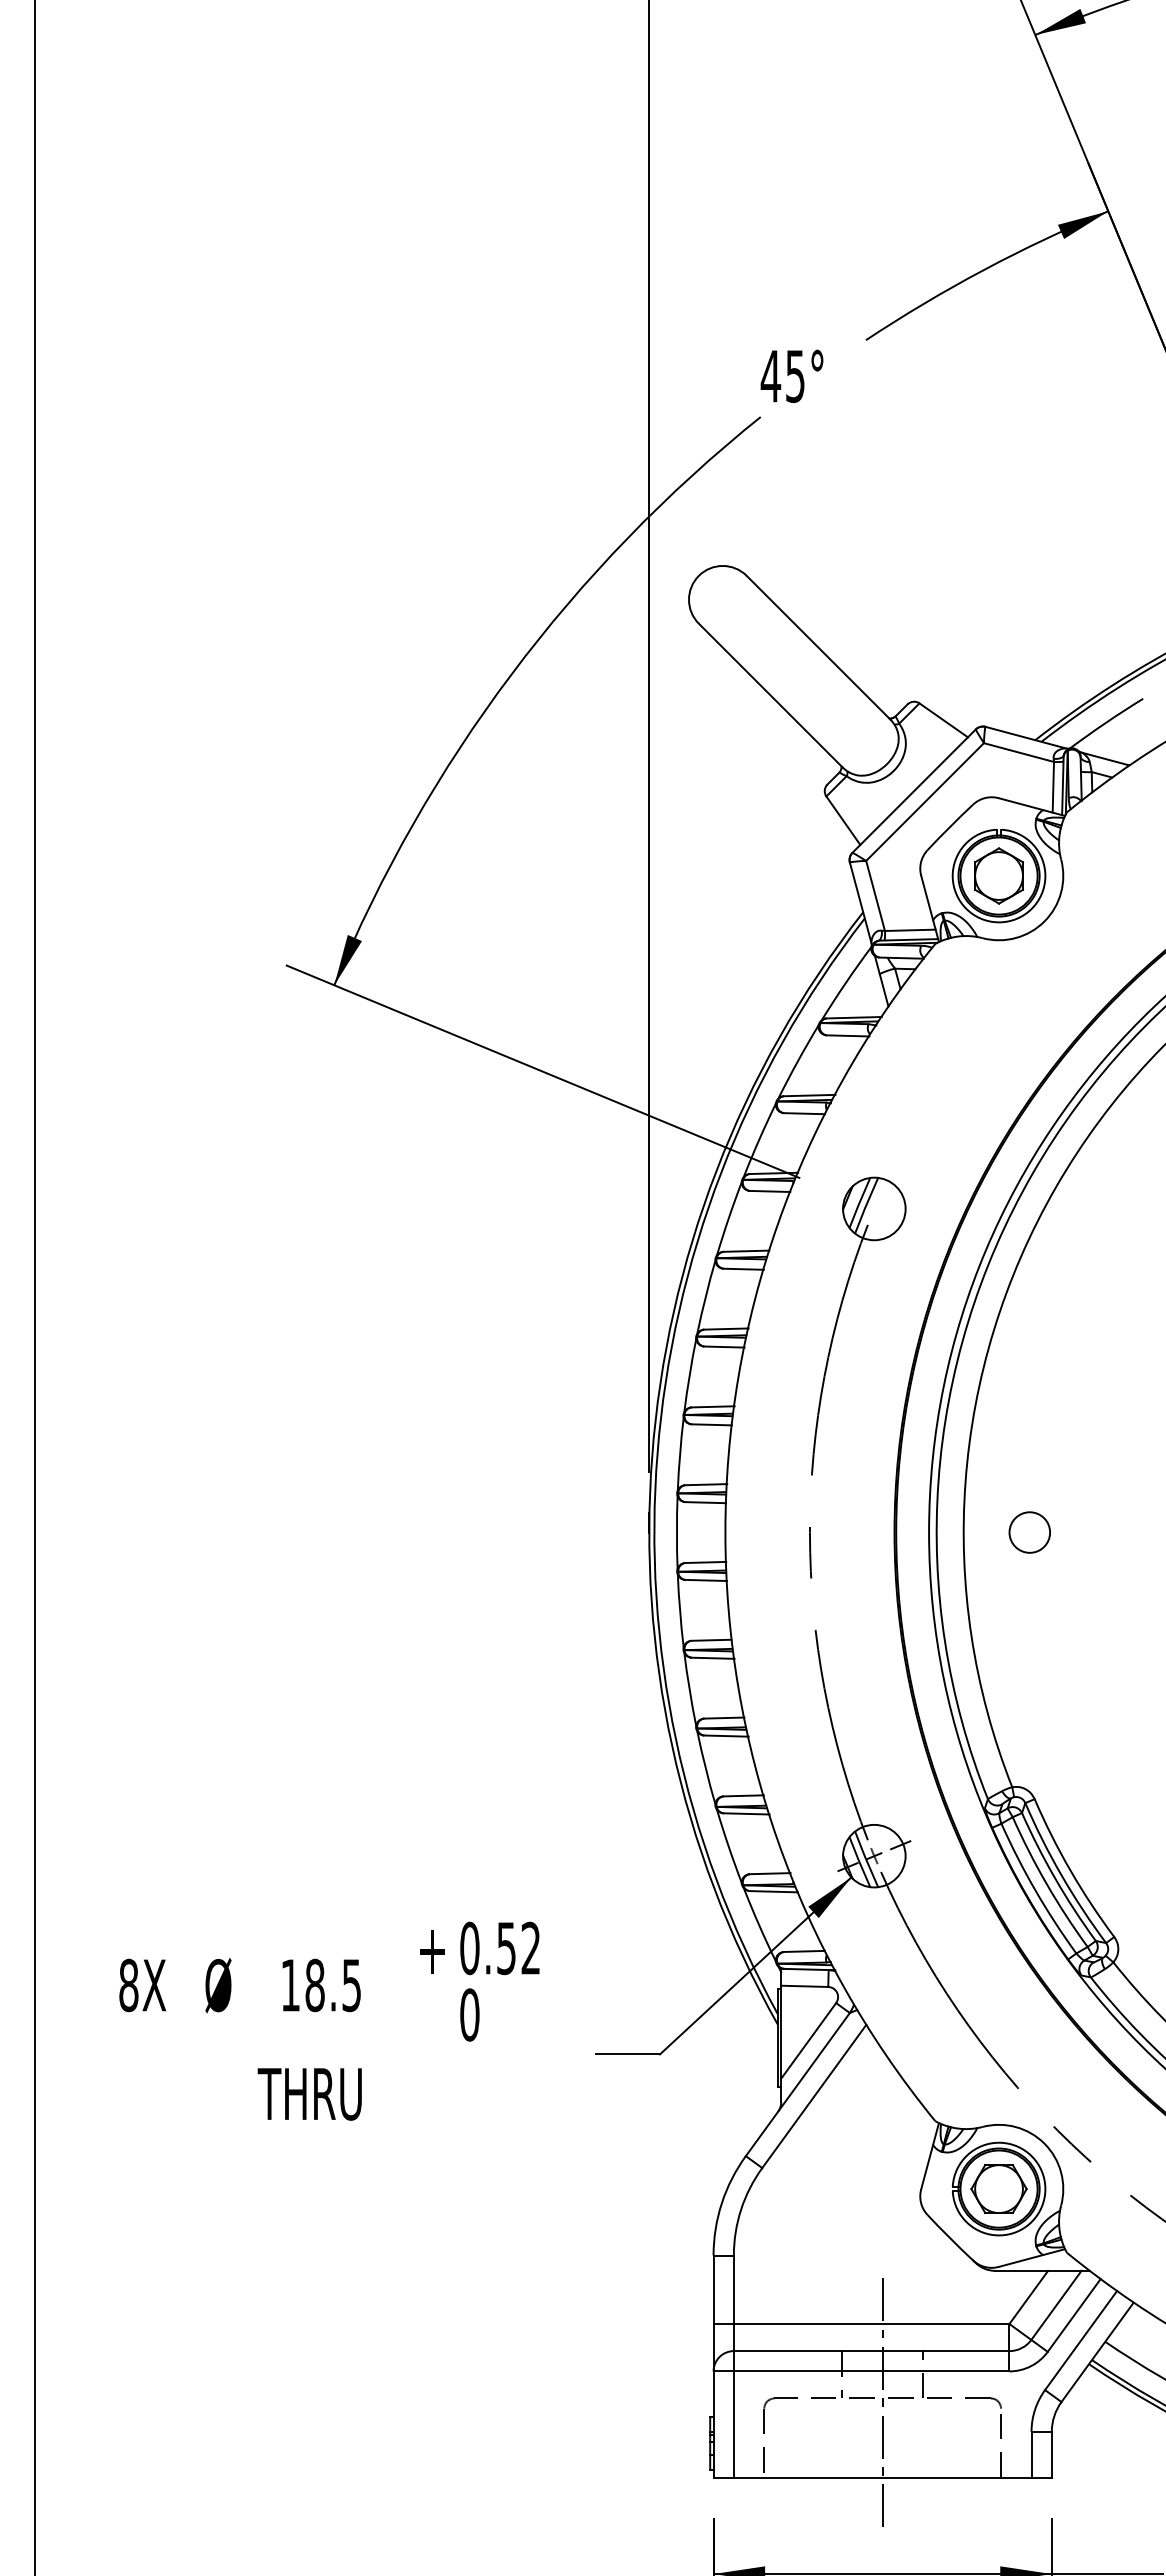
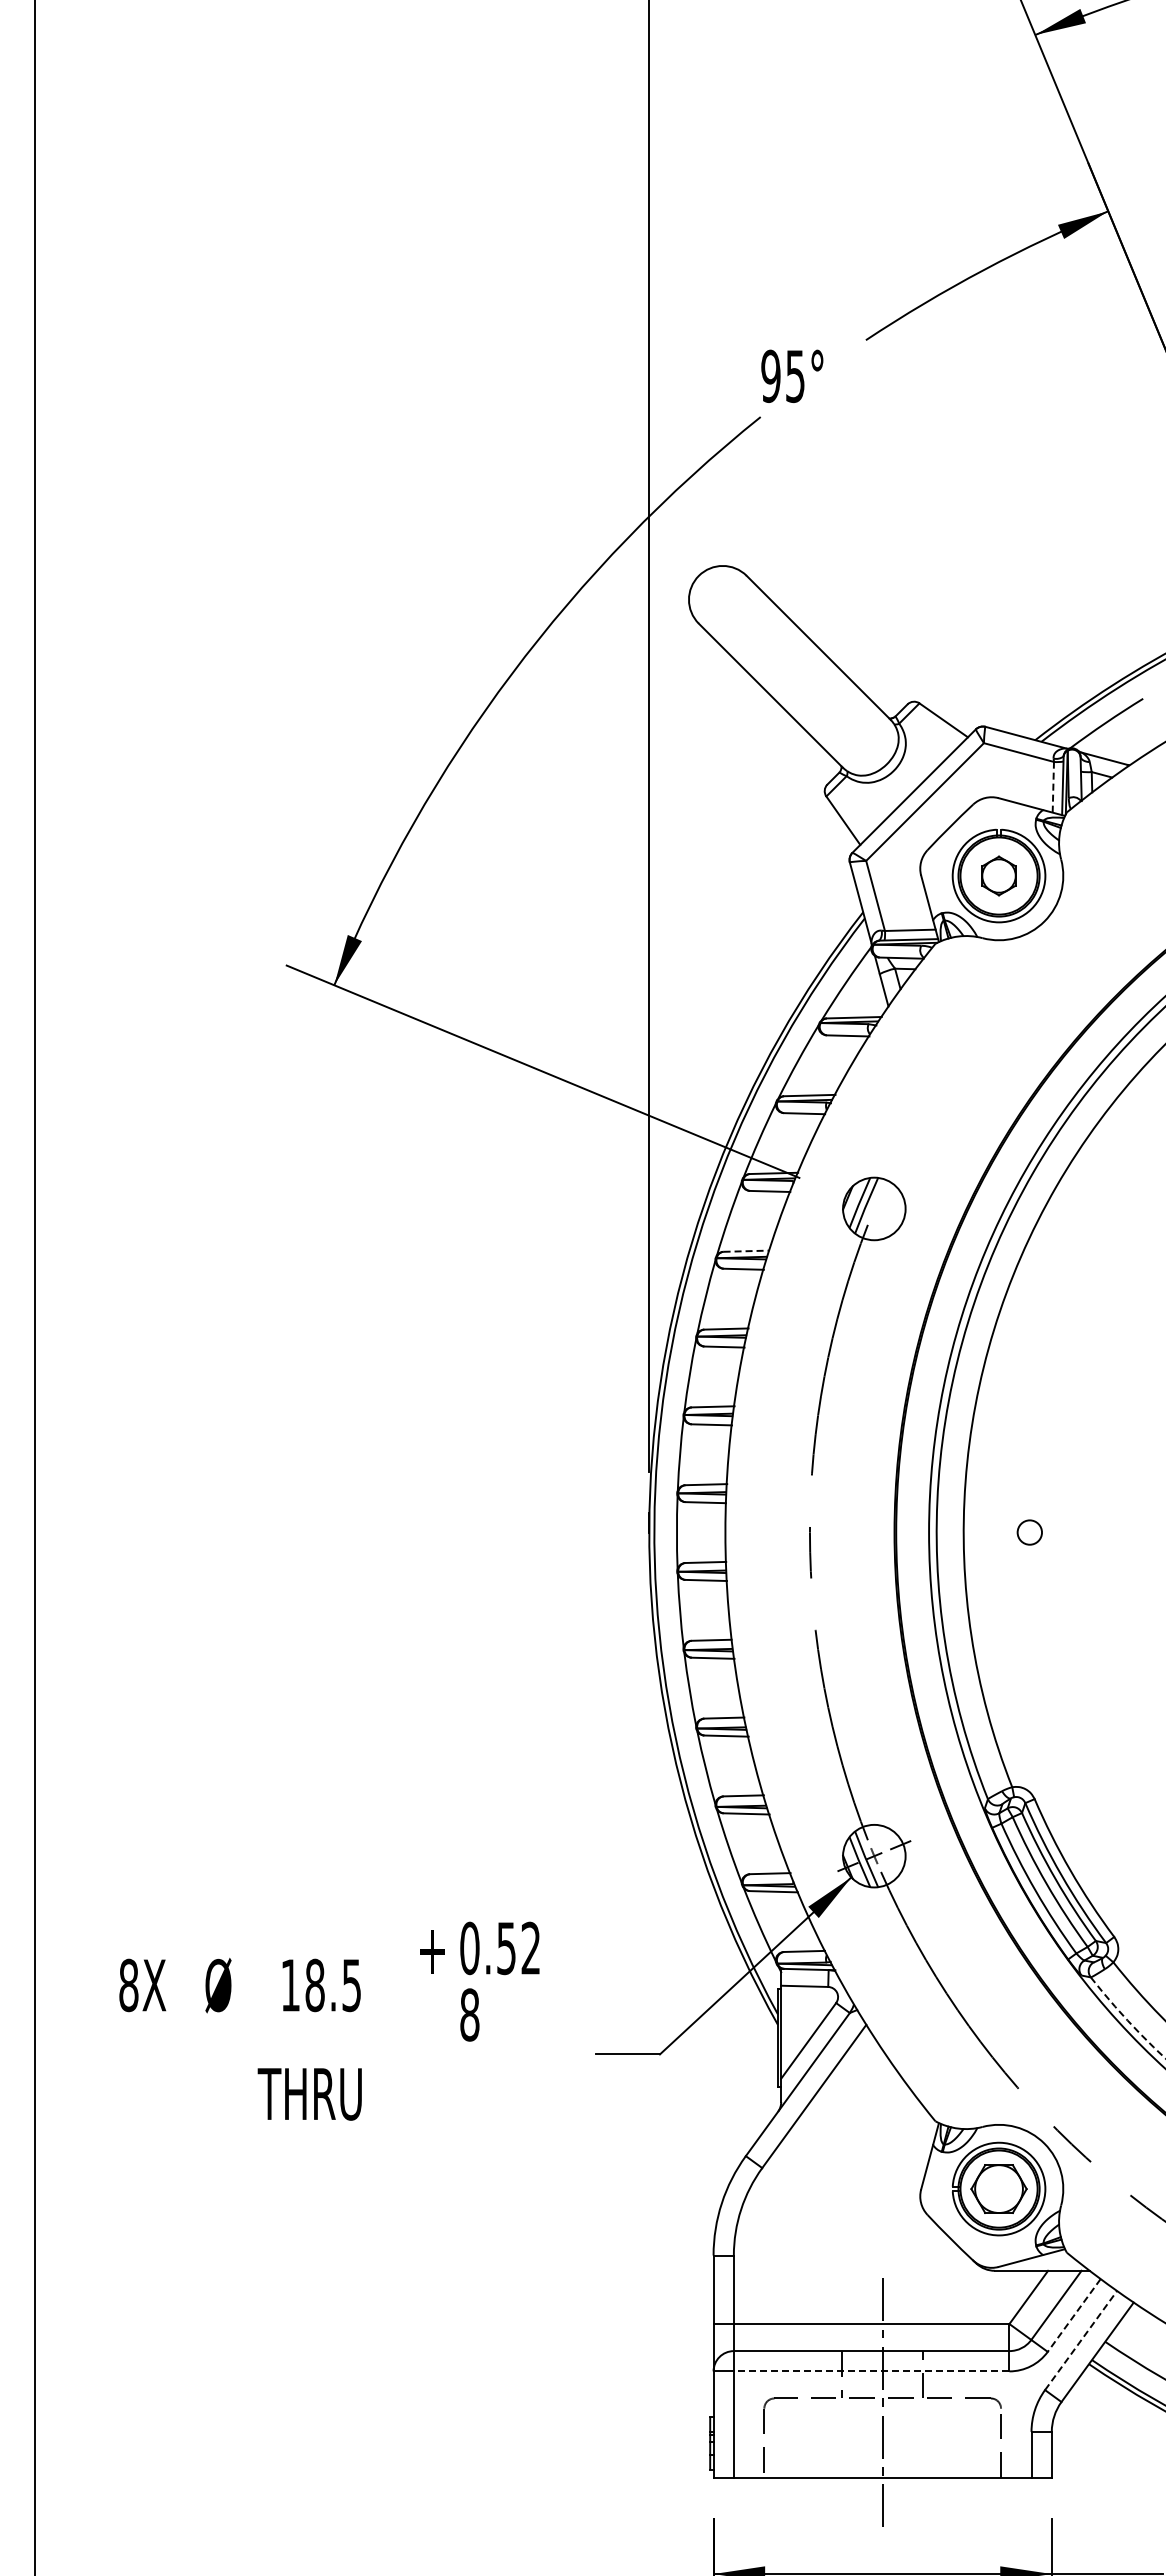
text at (770, 375): 45° -> 95°
line at (1053, 786): solid -> dashed
part at (998, 875) size: 50x58 px -> 36x42 px
line at (746, 1251): solid -> dashed
circle at (1029, 1532) diameter: 41 px -> 24 px
text at (469, 2014): 0 -> 8
arc at (1127, 2019): solid -> dashed
line at (1074, 2315): solid -> dashed
line at (1081, 2340): solid -> dashed
line at (871, 2371): solid -> dashed
